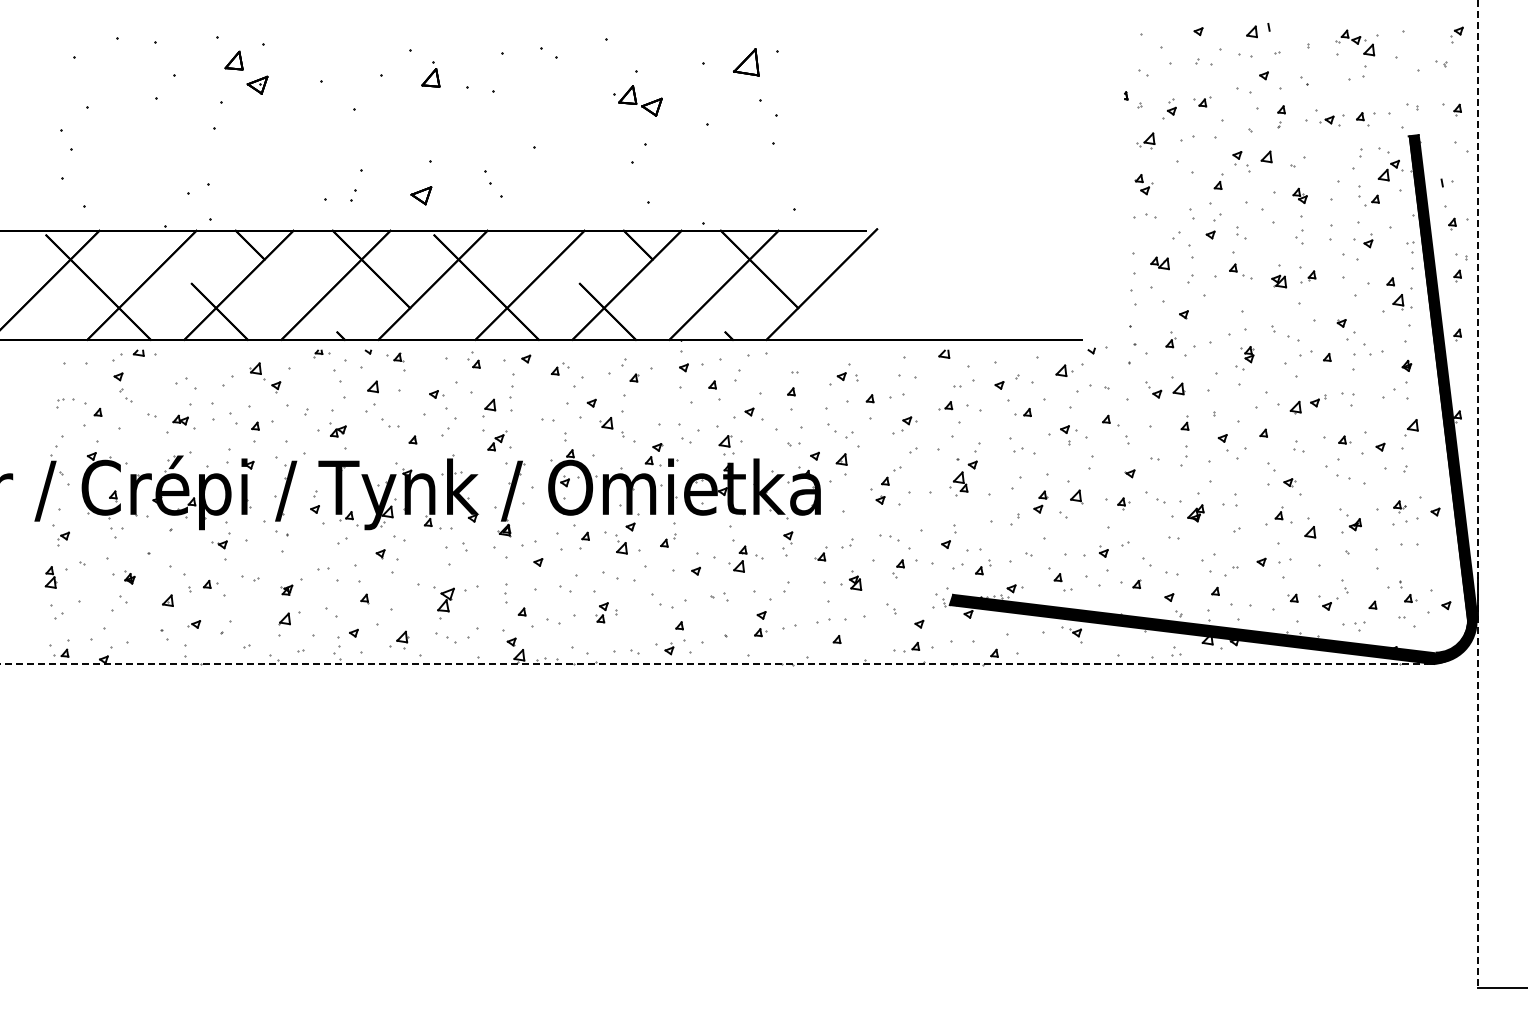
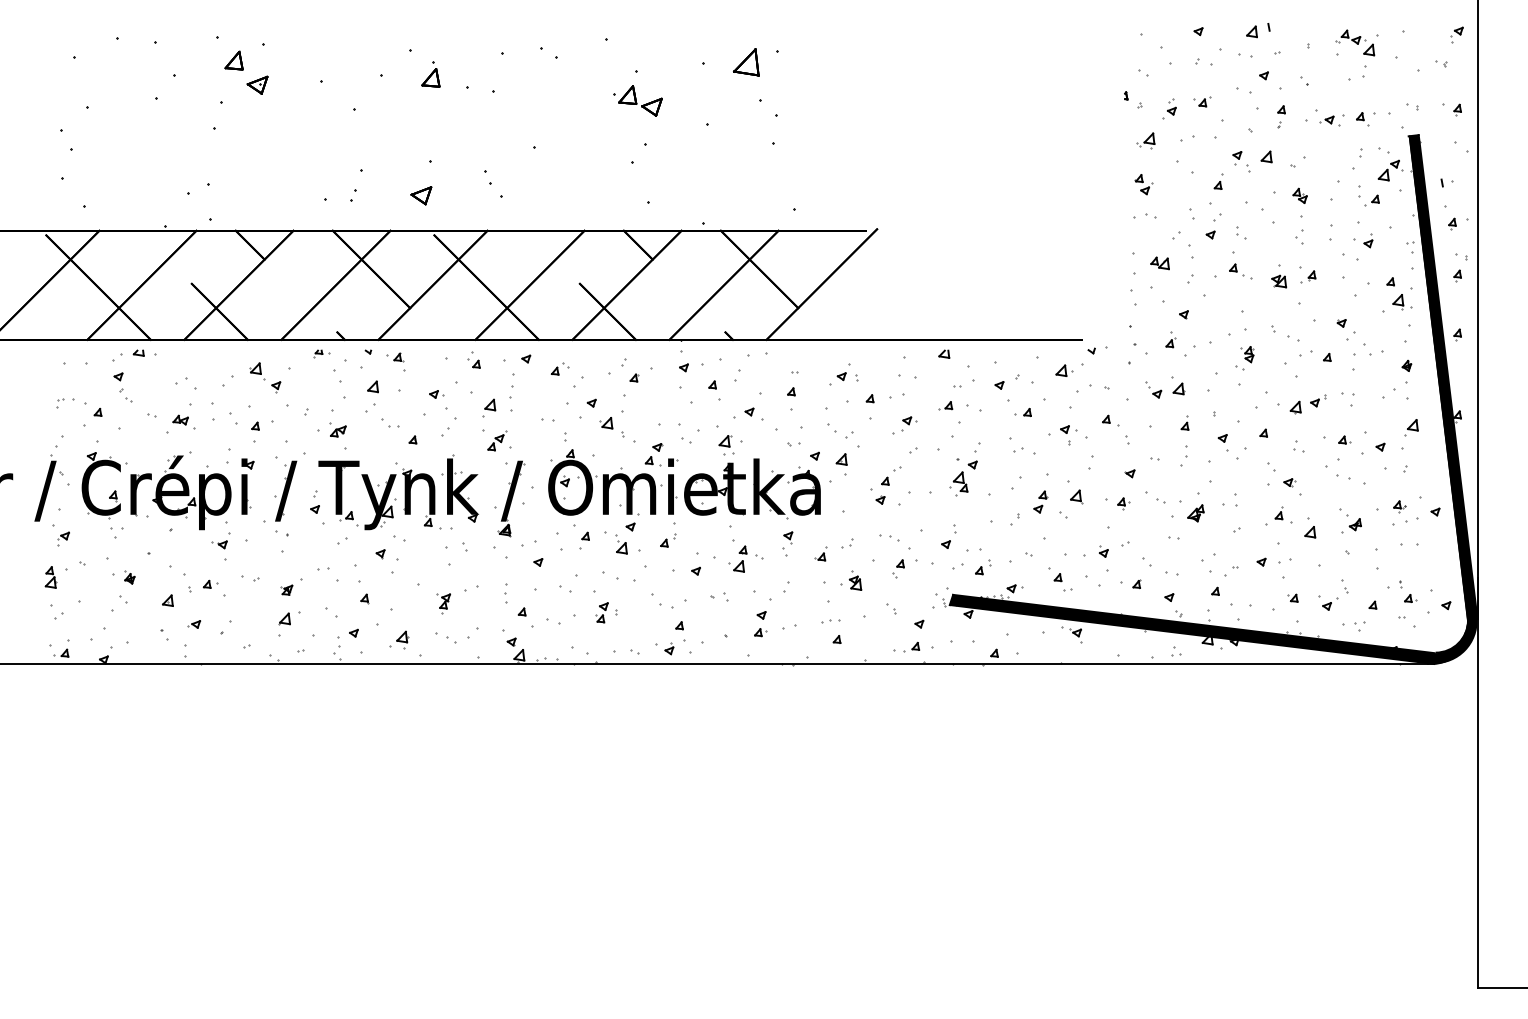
line at (1477, 494): dashed -> solid
part at (443, 602) size: 22x34 px -> 15x22 px
part at (831, 620) size: 31x6 px -> 20x5 px
line at (714, 664): dashed -> solid
